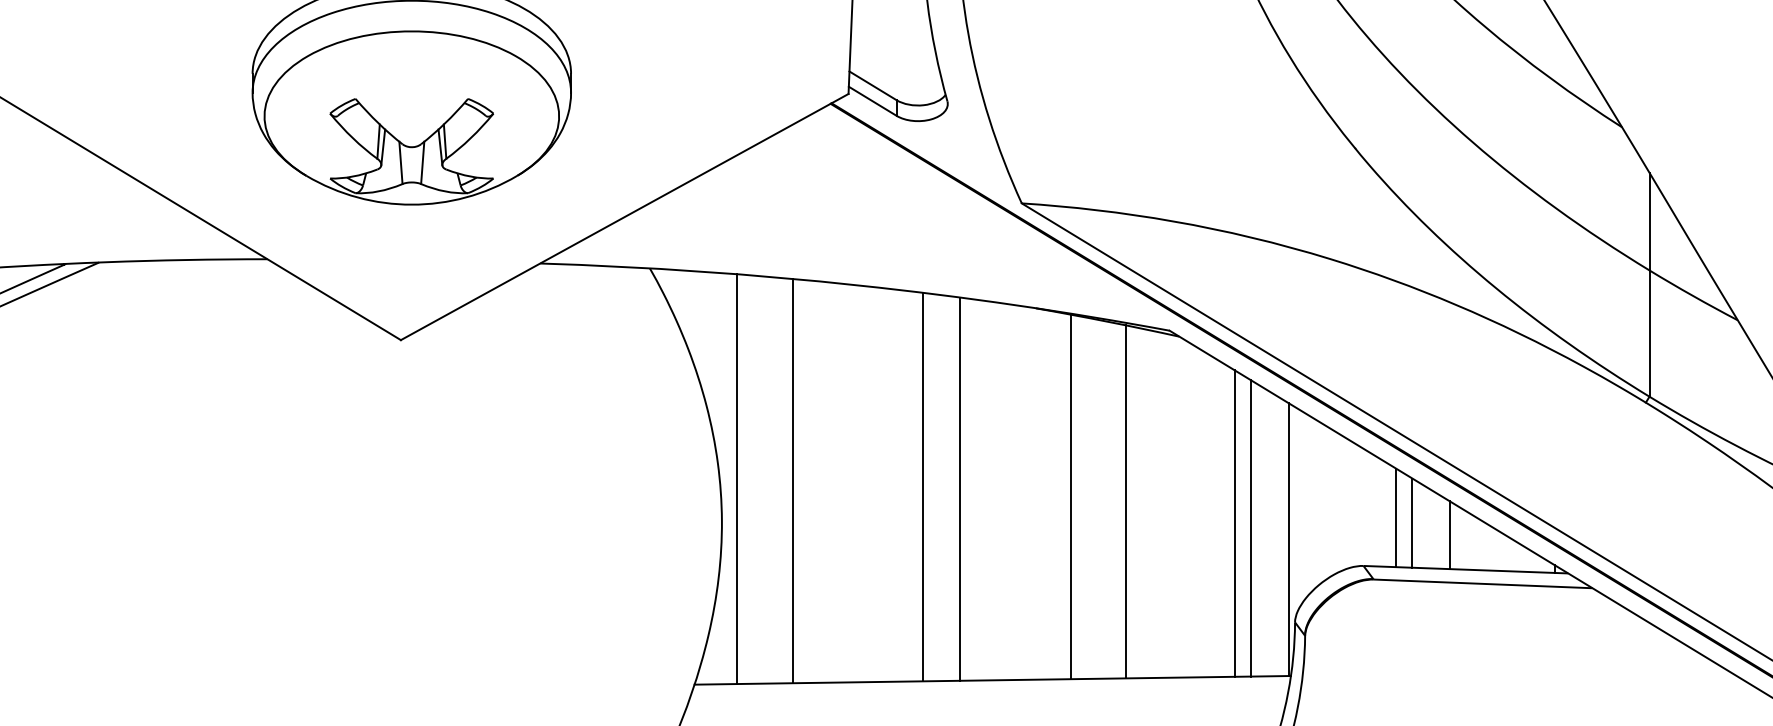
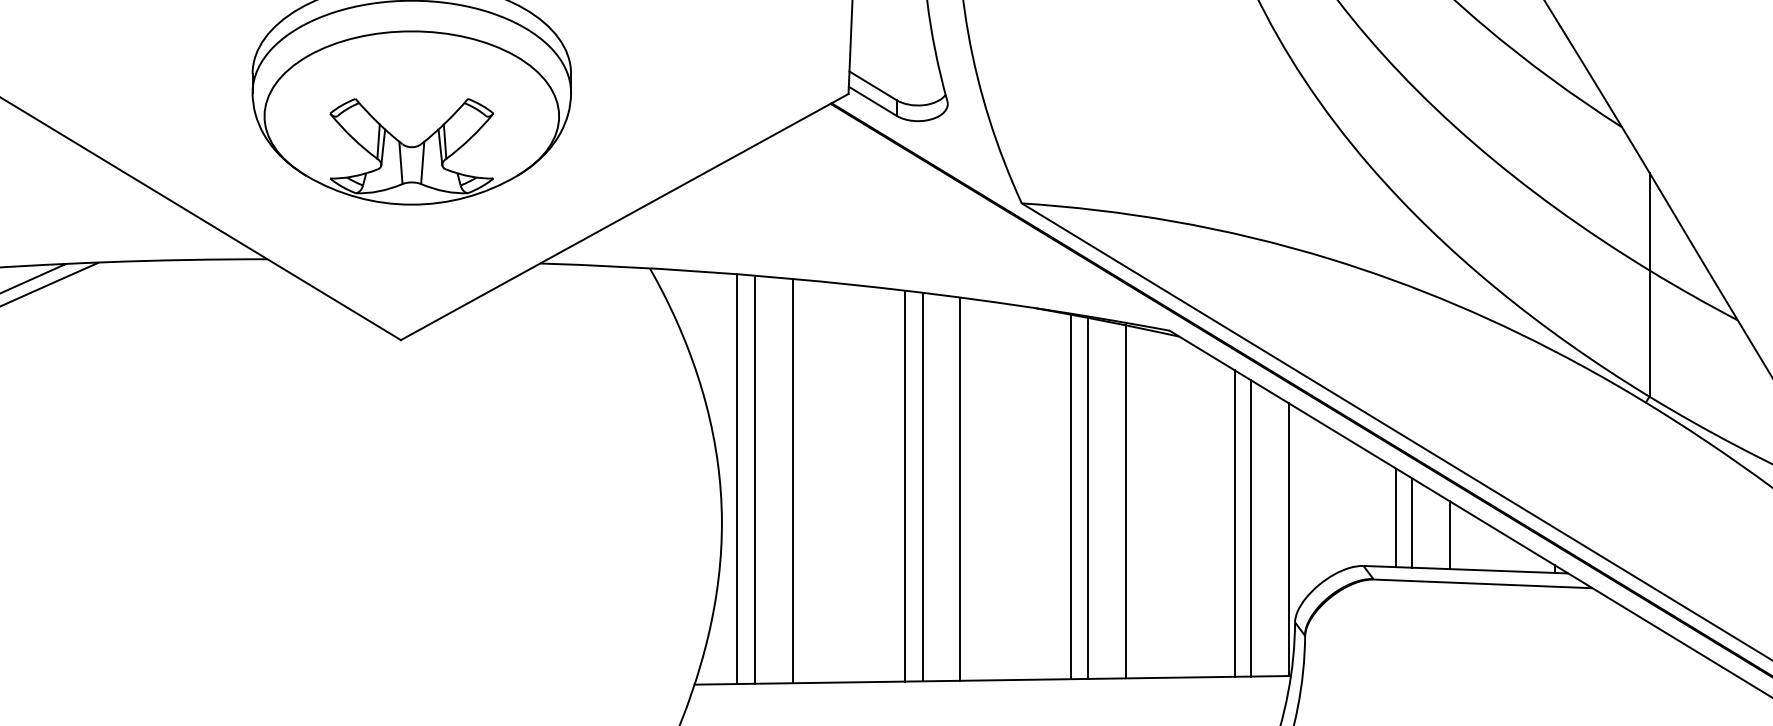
line at (754, 479): none -> present
line at (905, 485): none -> present
line at (1088, 497): none -> present
